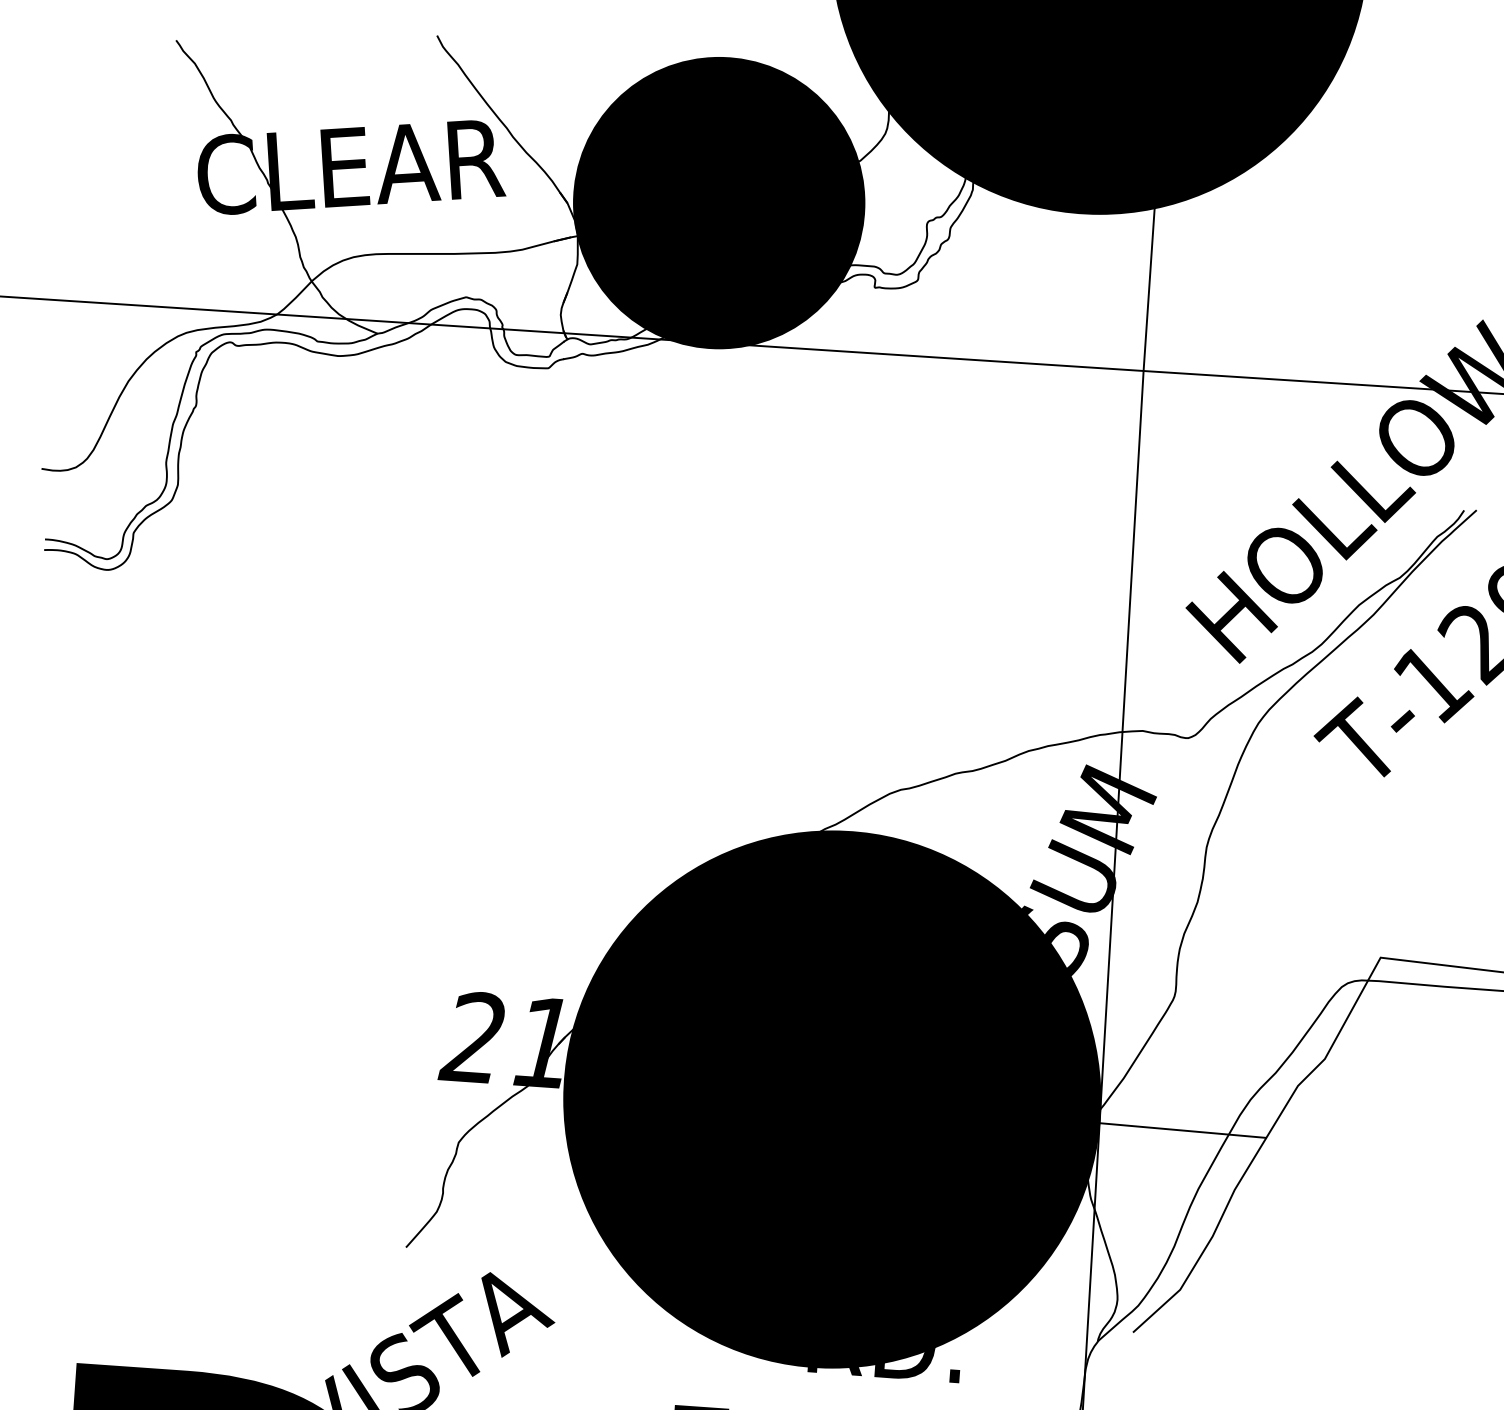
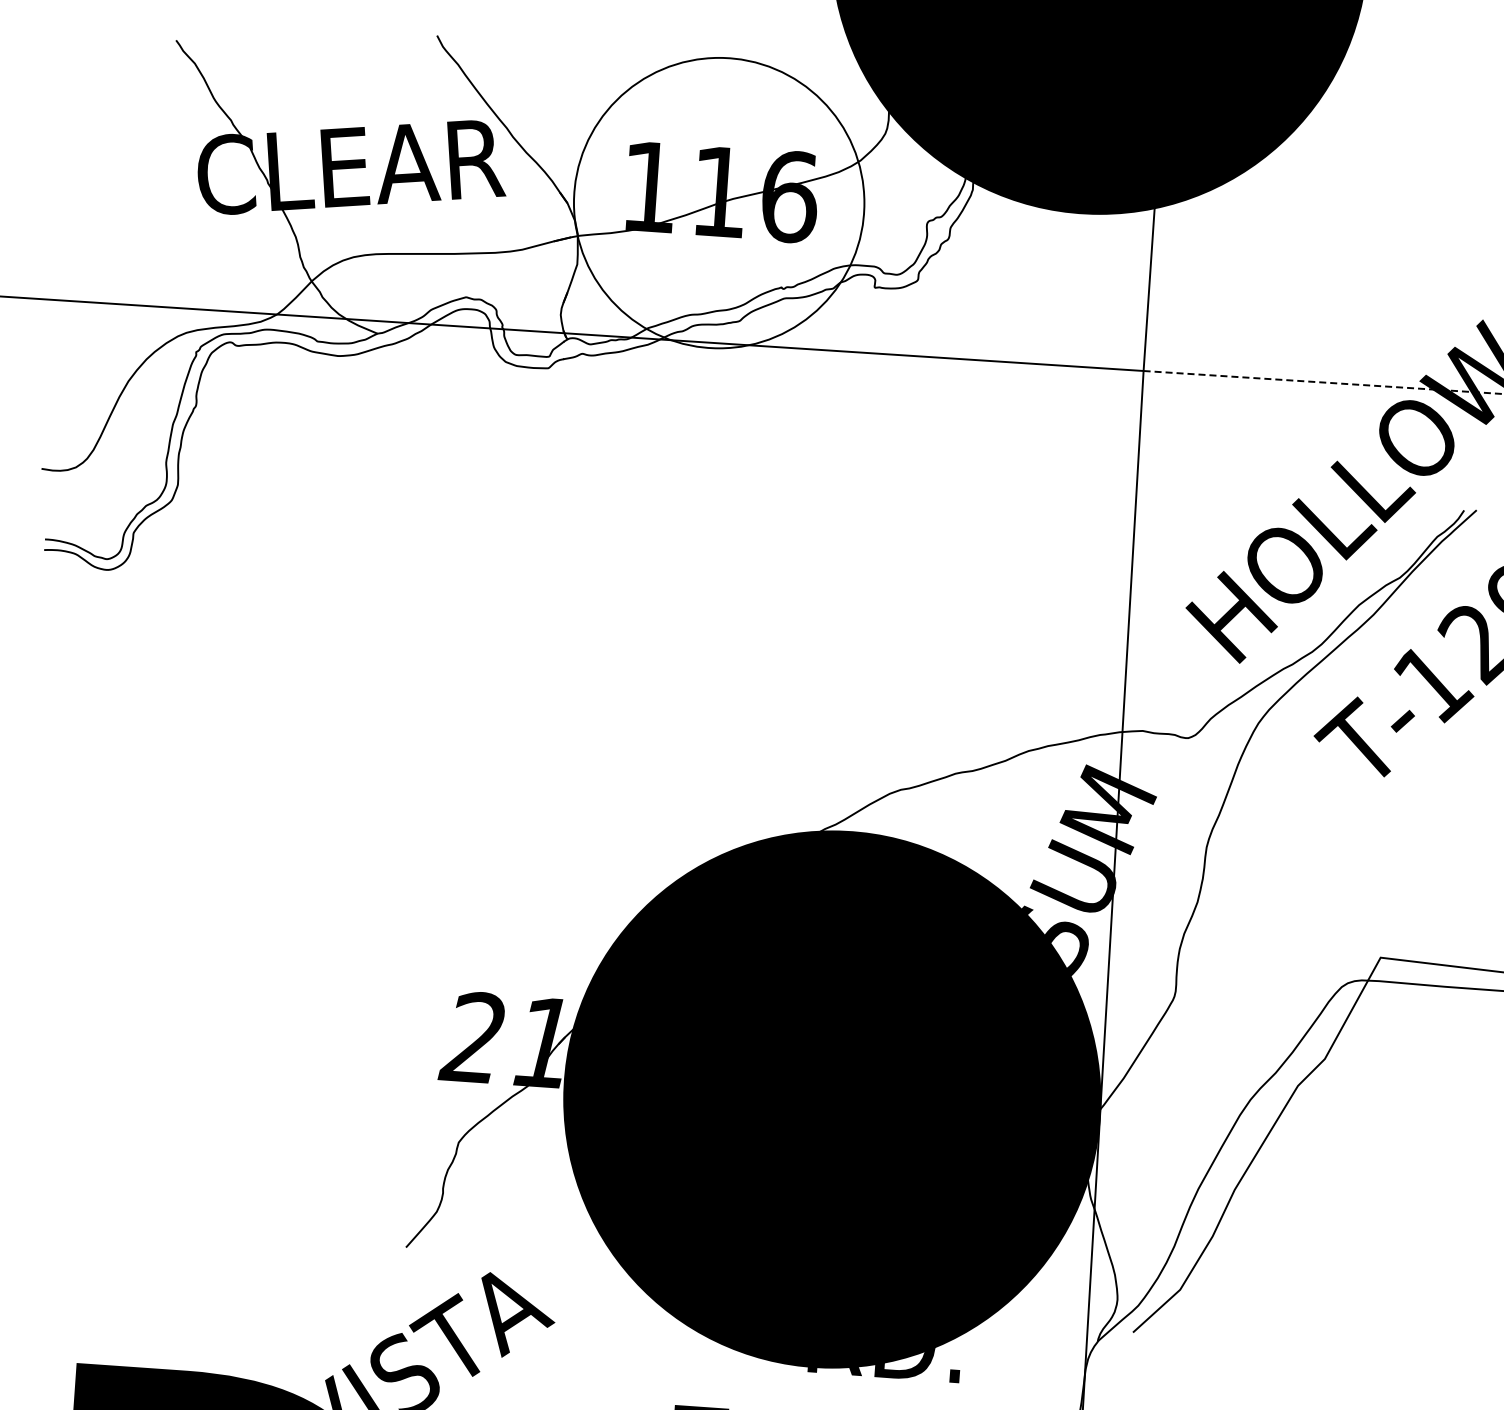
fill at (718, 202): present -> none
line at (1324, 382): solid -> dashed
line at (1182, 1130): present -> none
